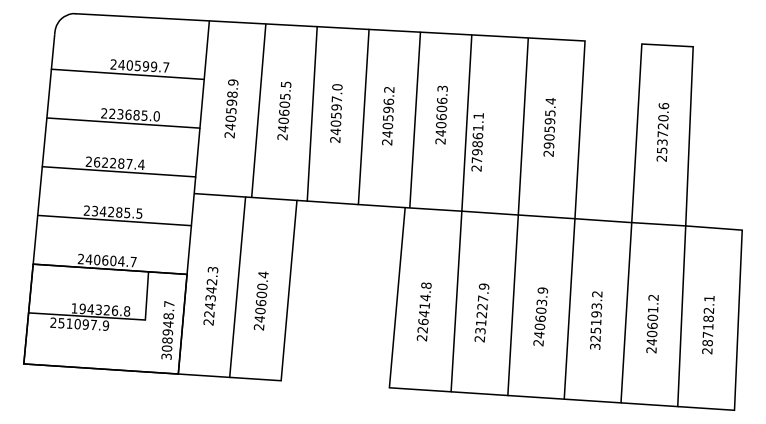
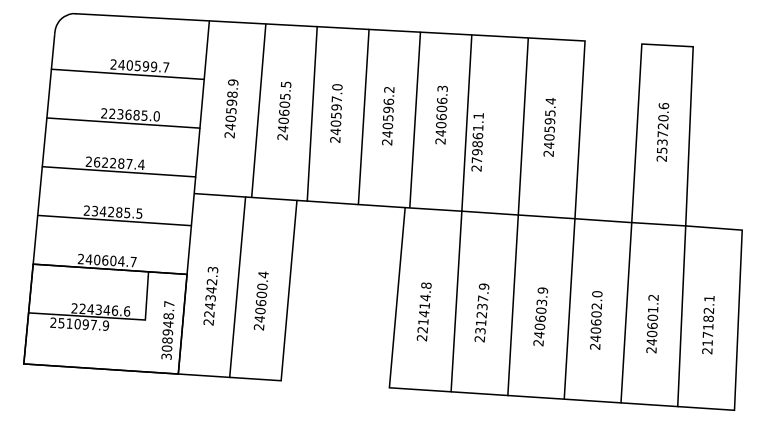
text at (548, 145): 290595.4 -> 240595.4
text at (482, 306): 231227.9 -> 231237.9
text at (100, 309): 194326.8 -> 224346.6
text at (596, 320): 325193.2 -> 240602.0
text at (423, 321): 226414.8 -> 221414.8
text at (707, 343): 287182.1 -> 217182.1
